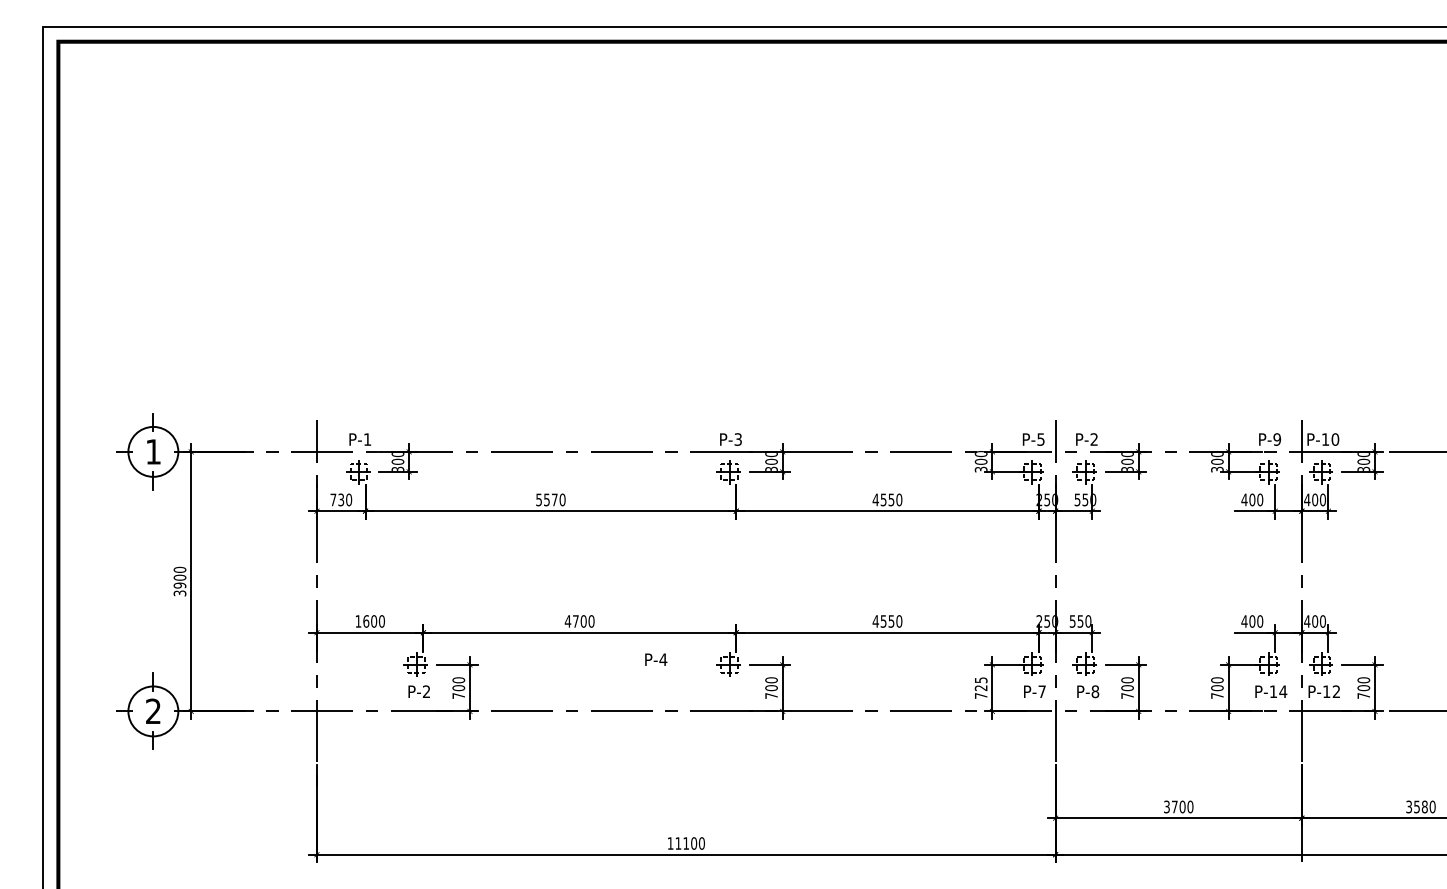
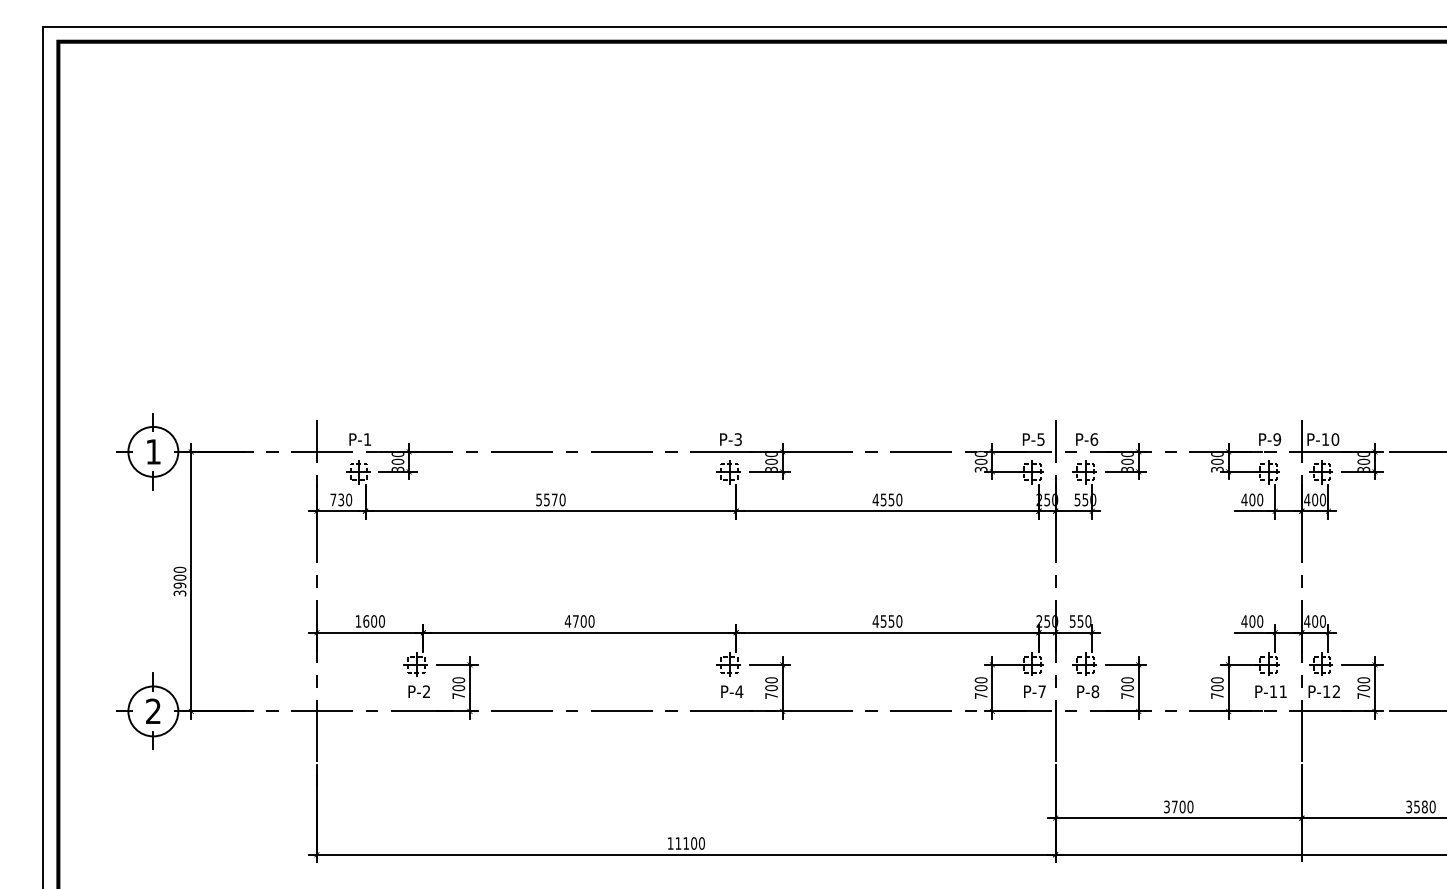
text at (1094, 439): P-2 -> P-6
text at (656, 659) position: (656, 659) -> (732, 691)
text at (980, 684): 725 -> 700
text at (1283, 691): P-14 -> P-11
